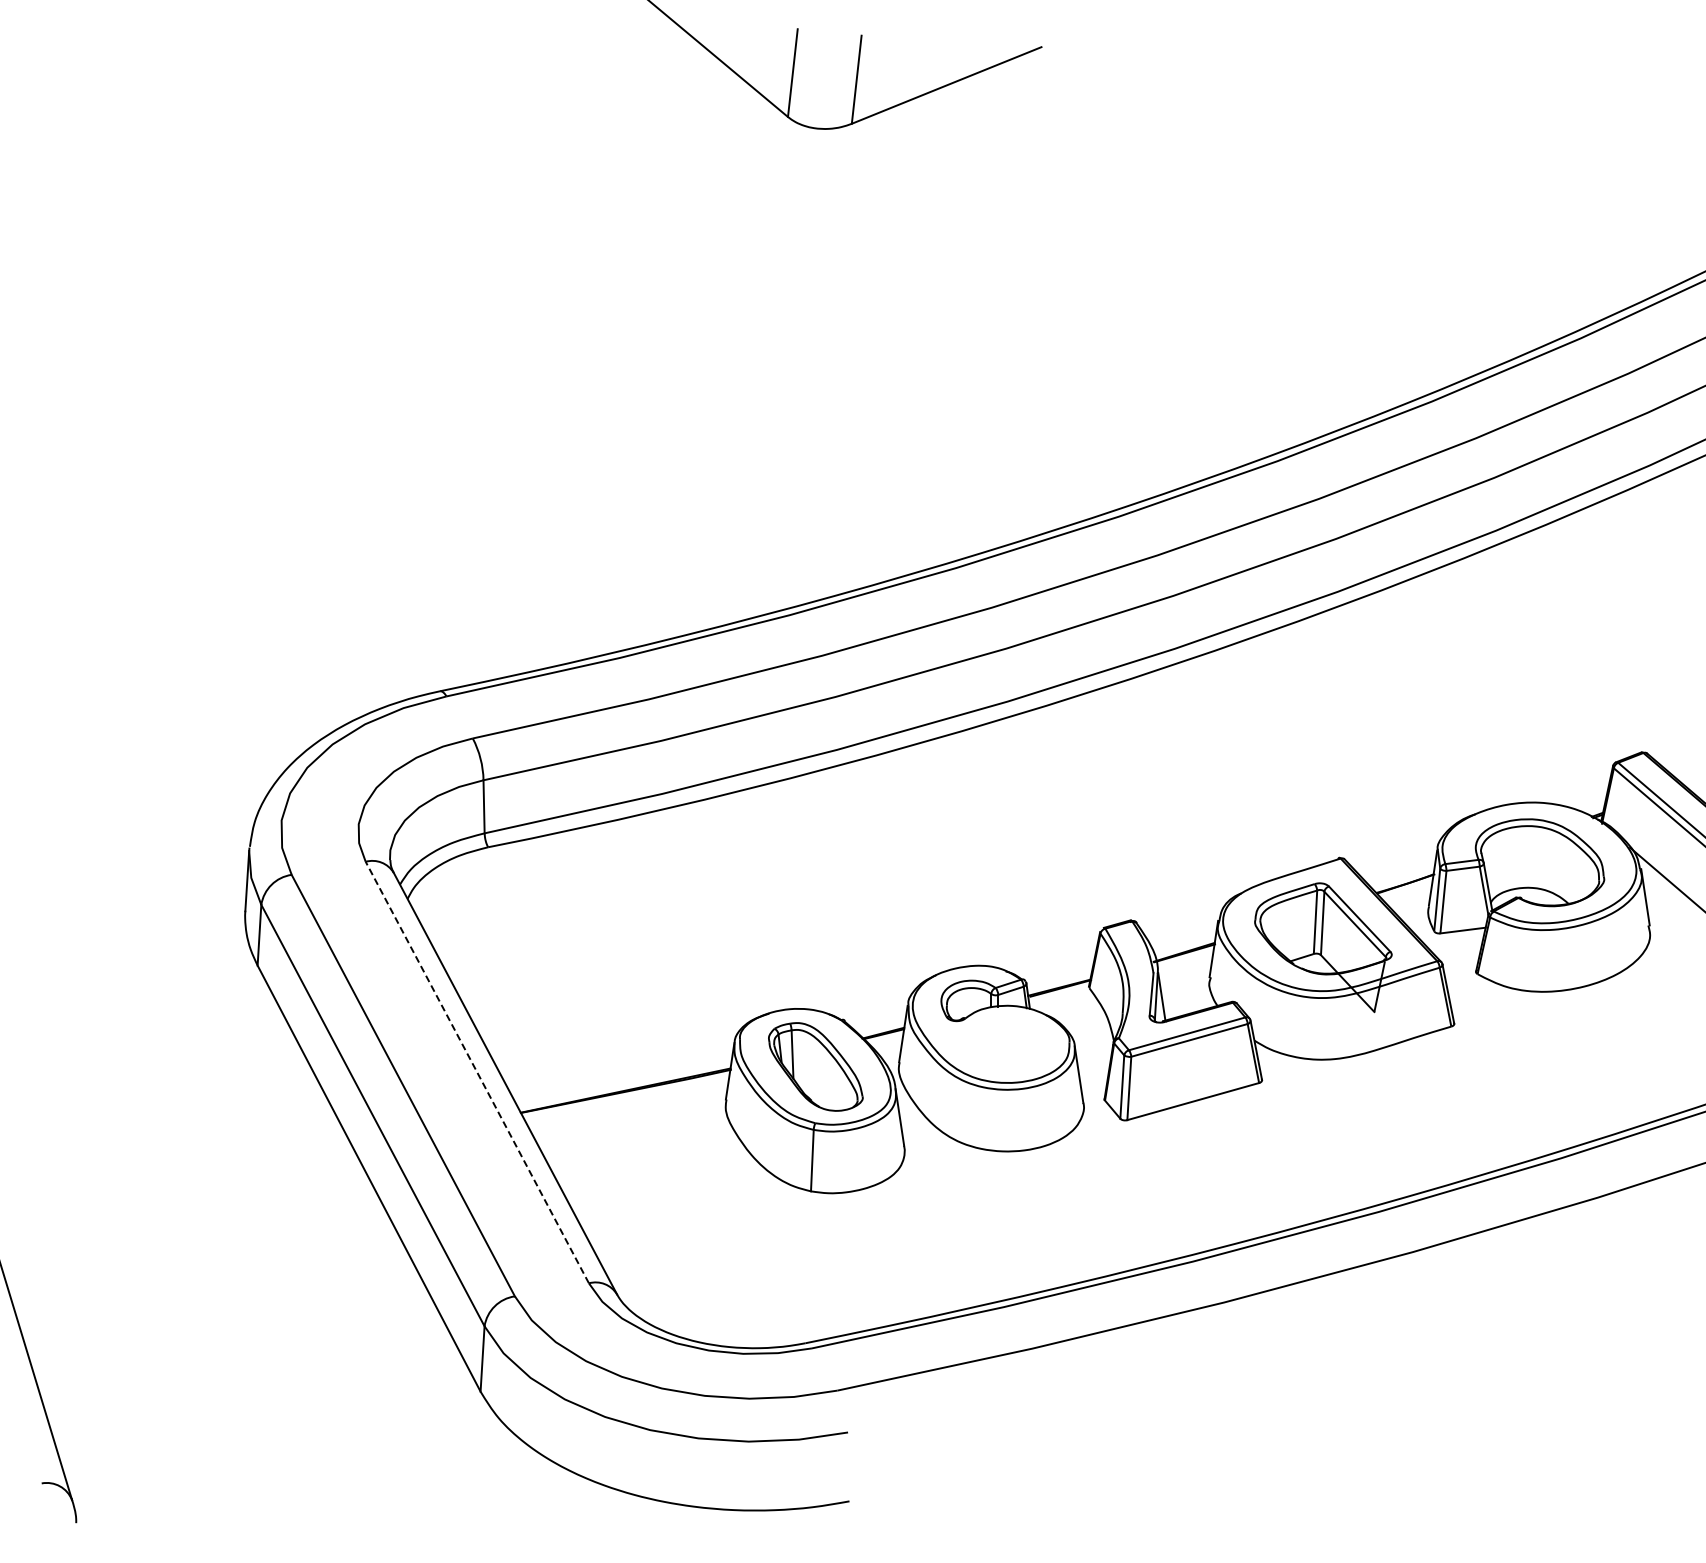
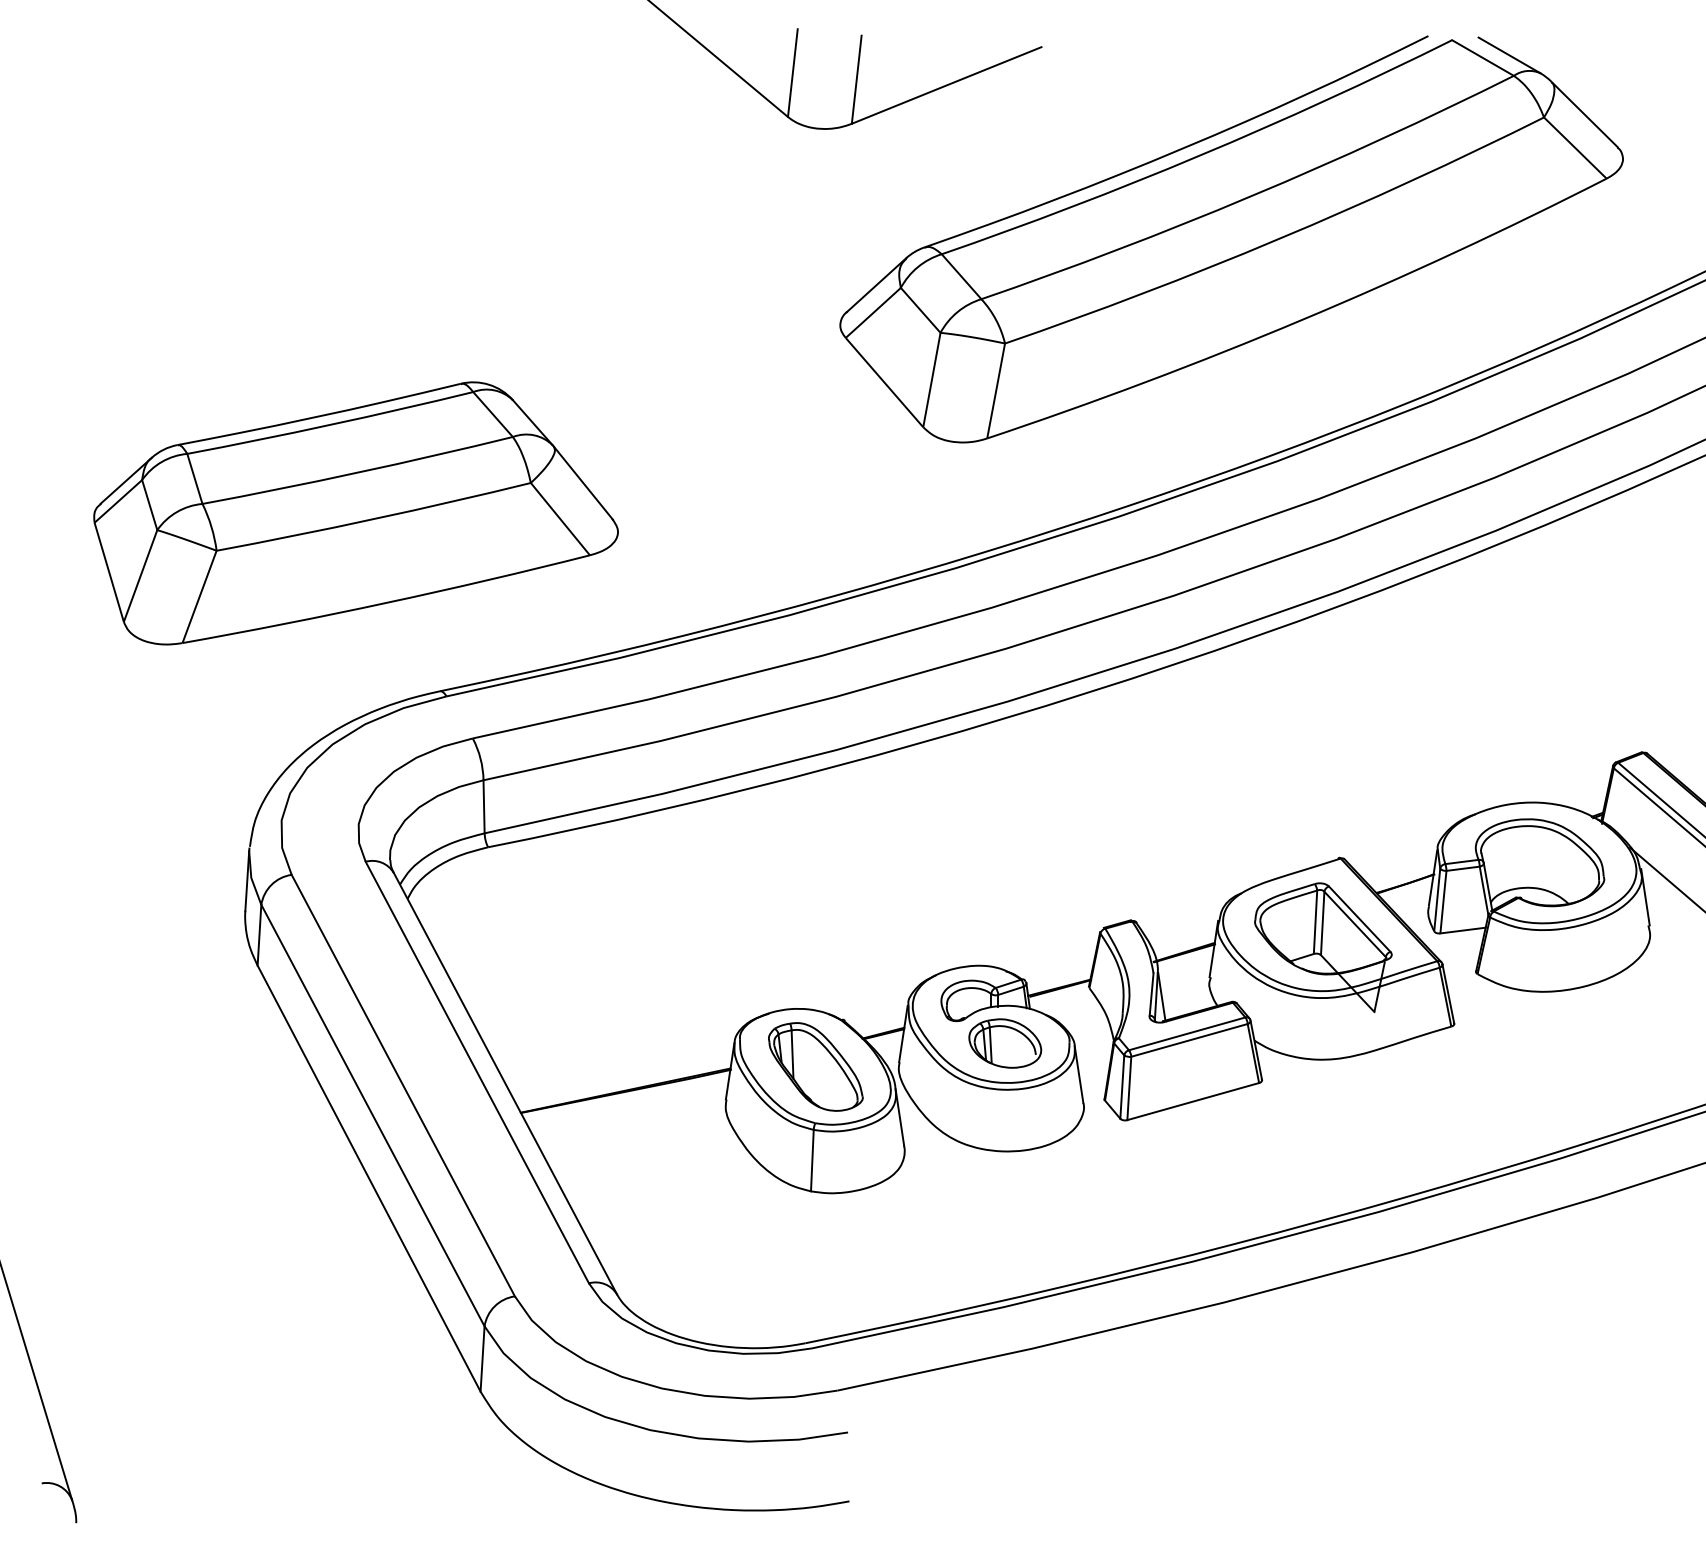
part at (1231, 239): none -> present
part at (355, 513): none -> present
part at (1005, 1043): none -> present
line at (477, 1072): dashed -> solid
